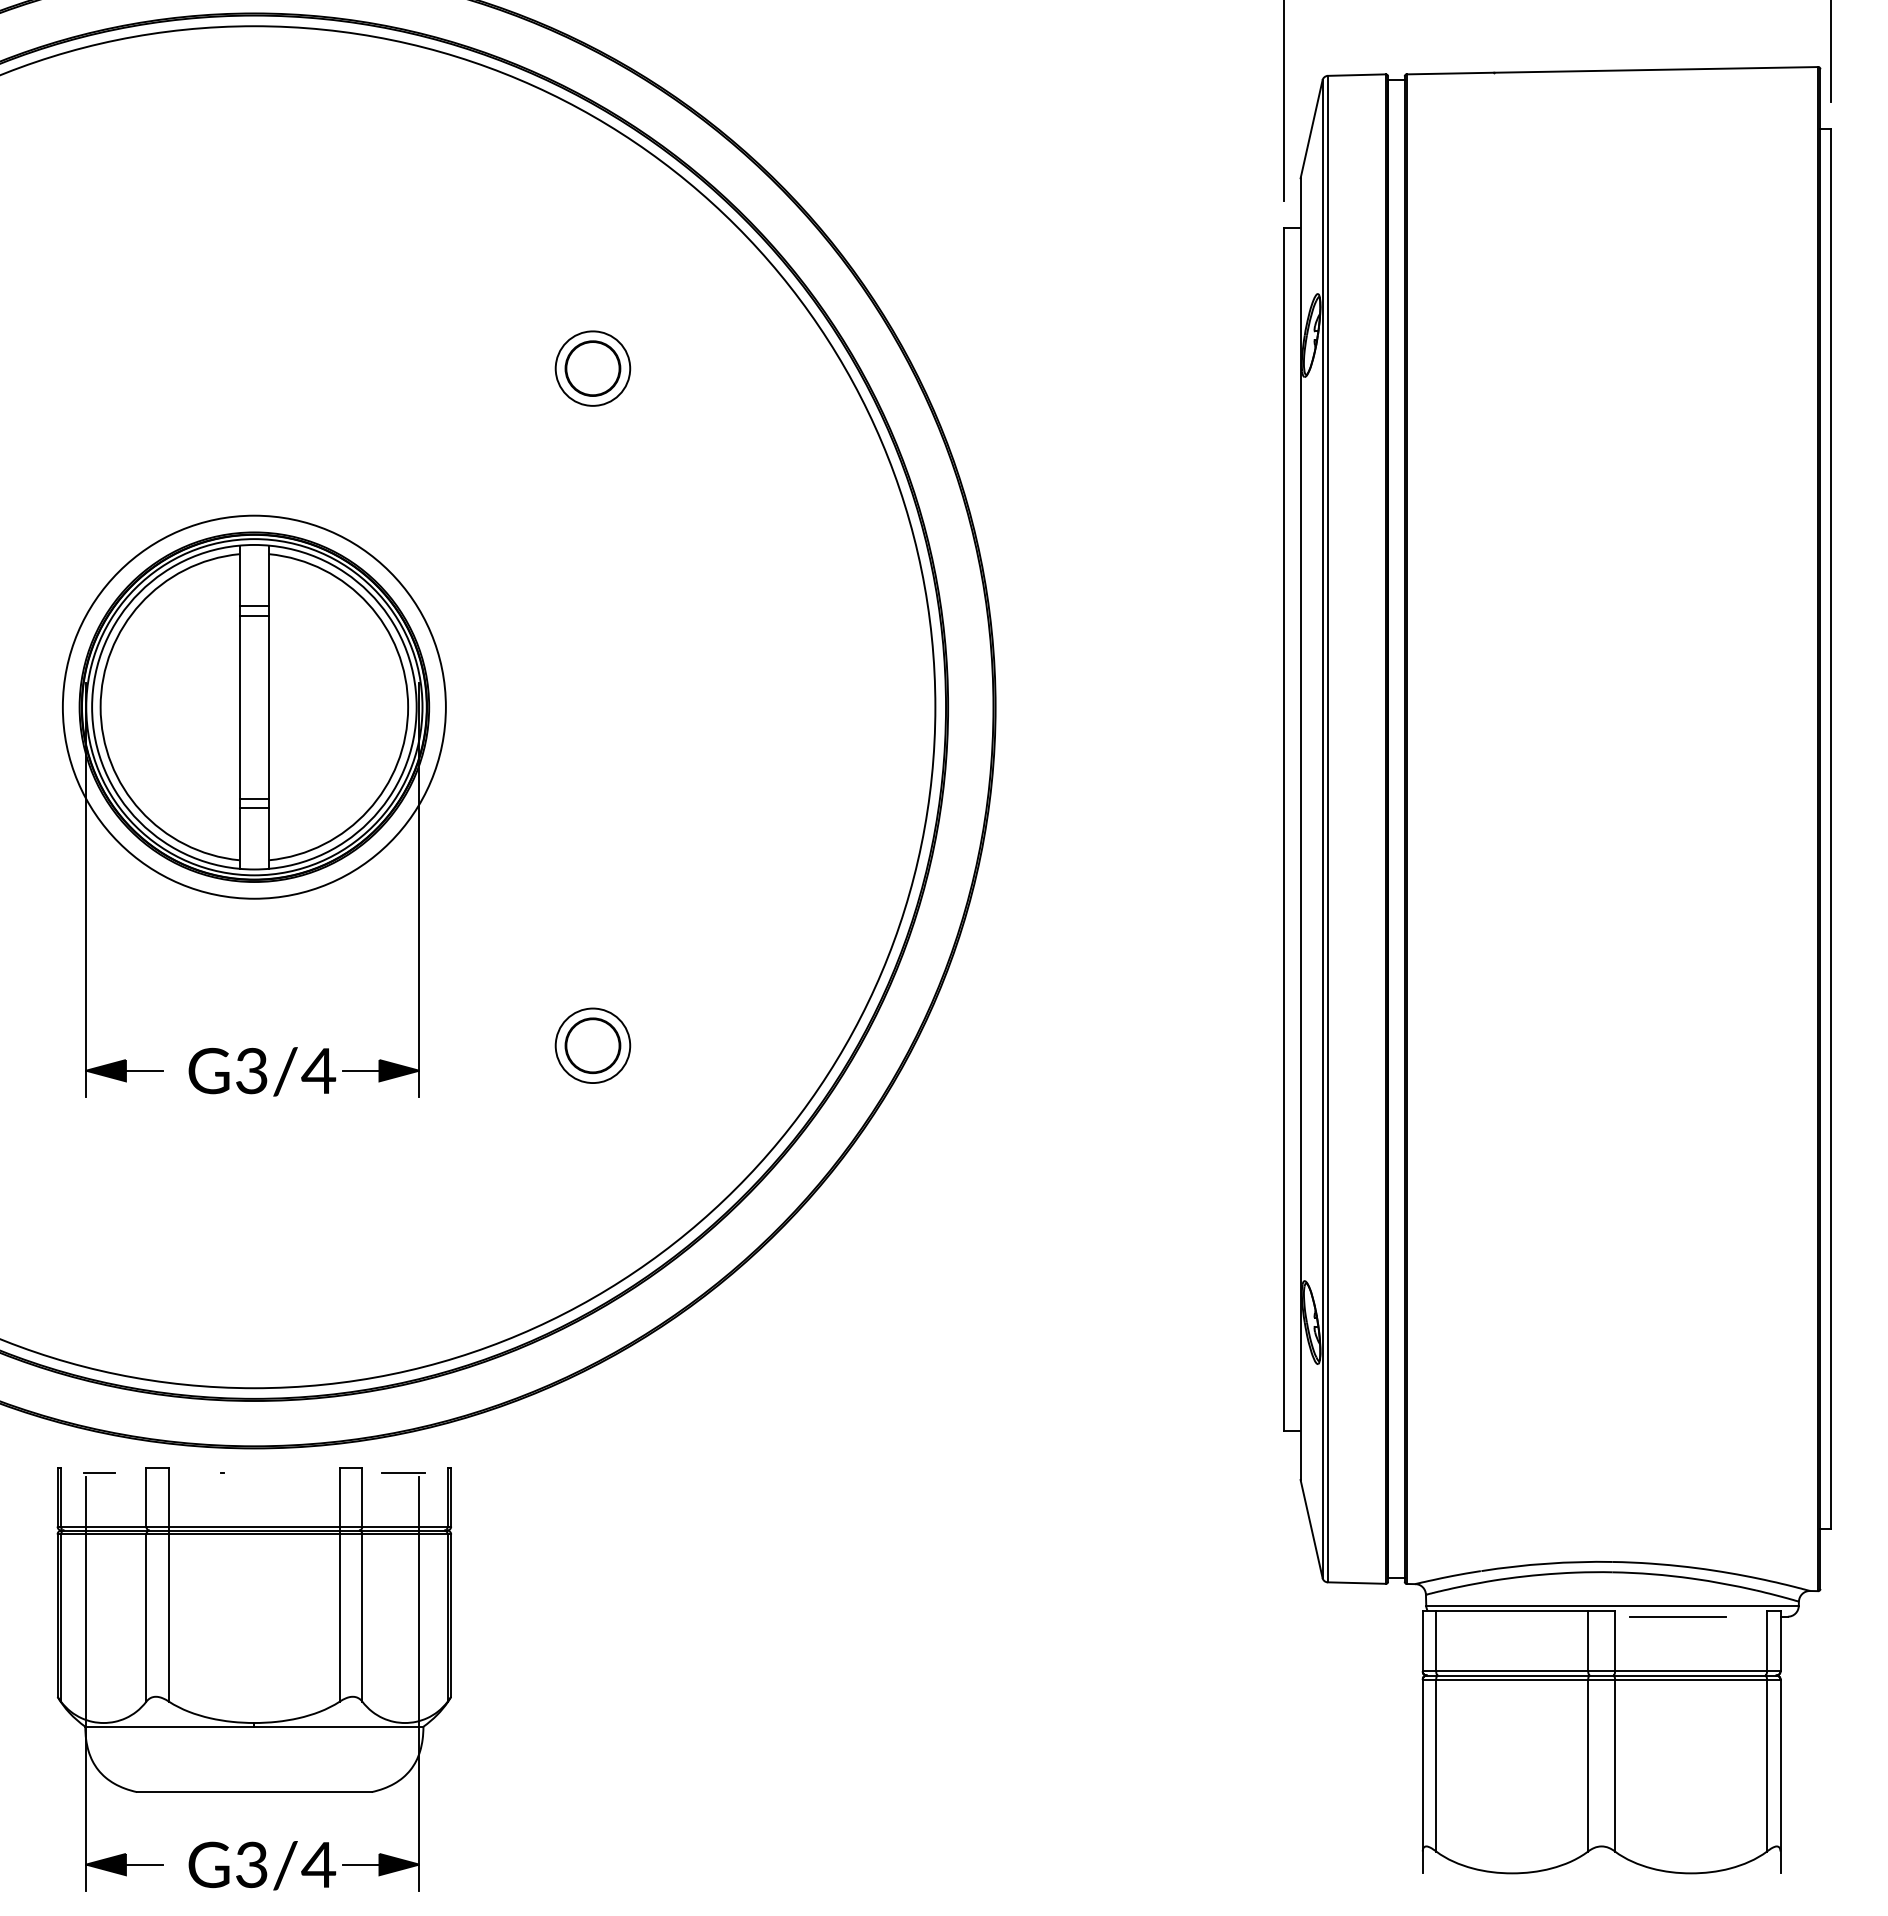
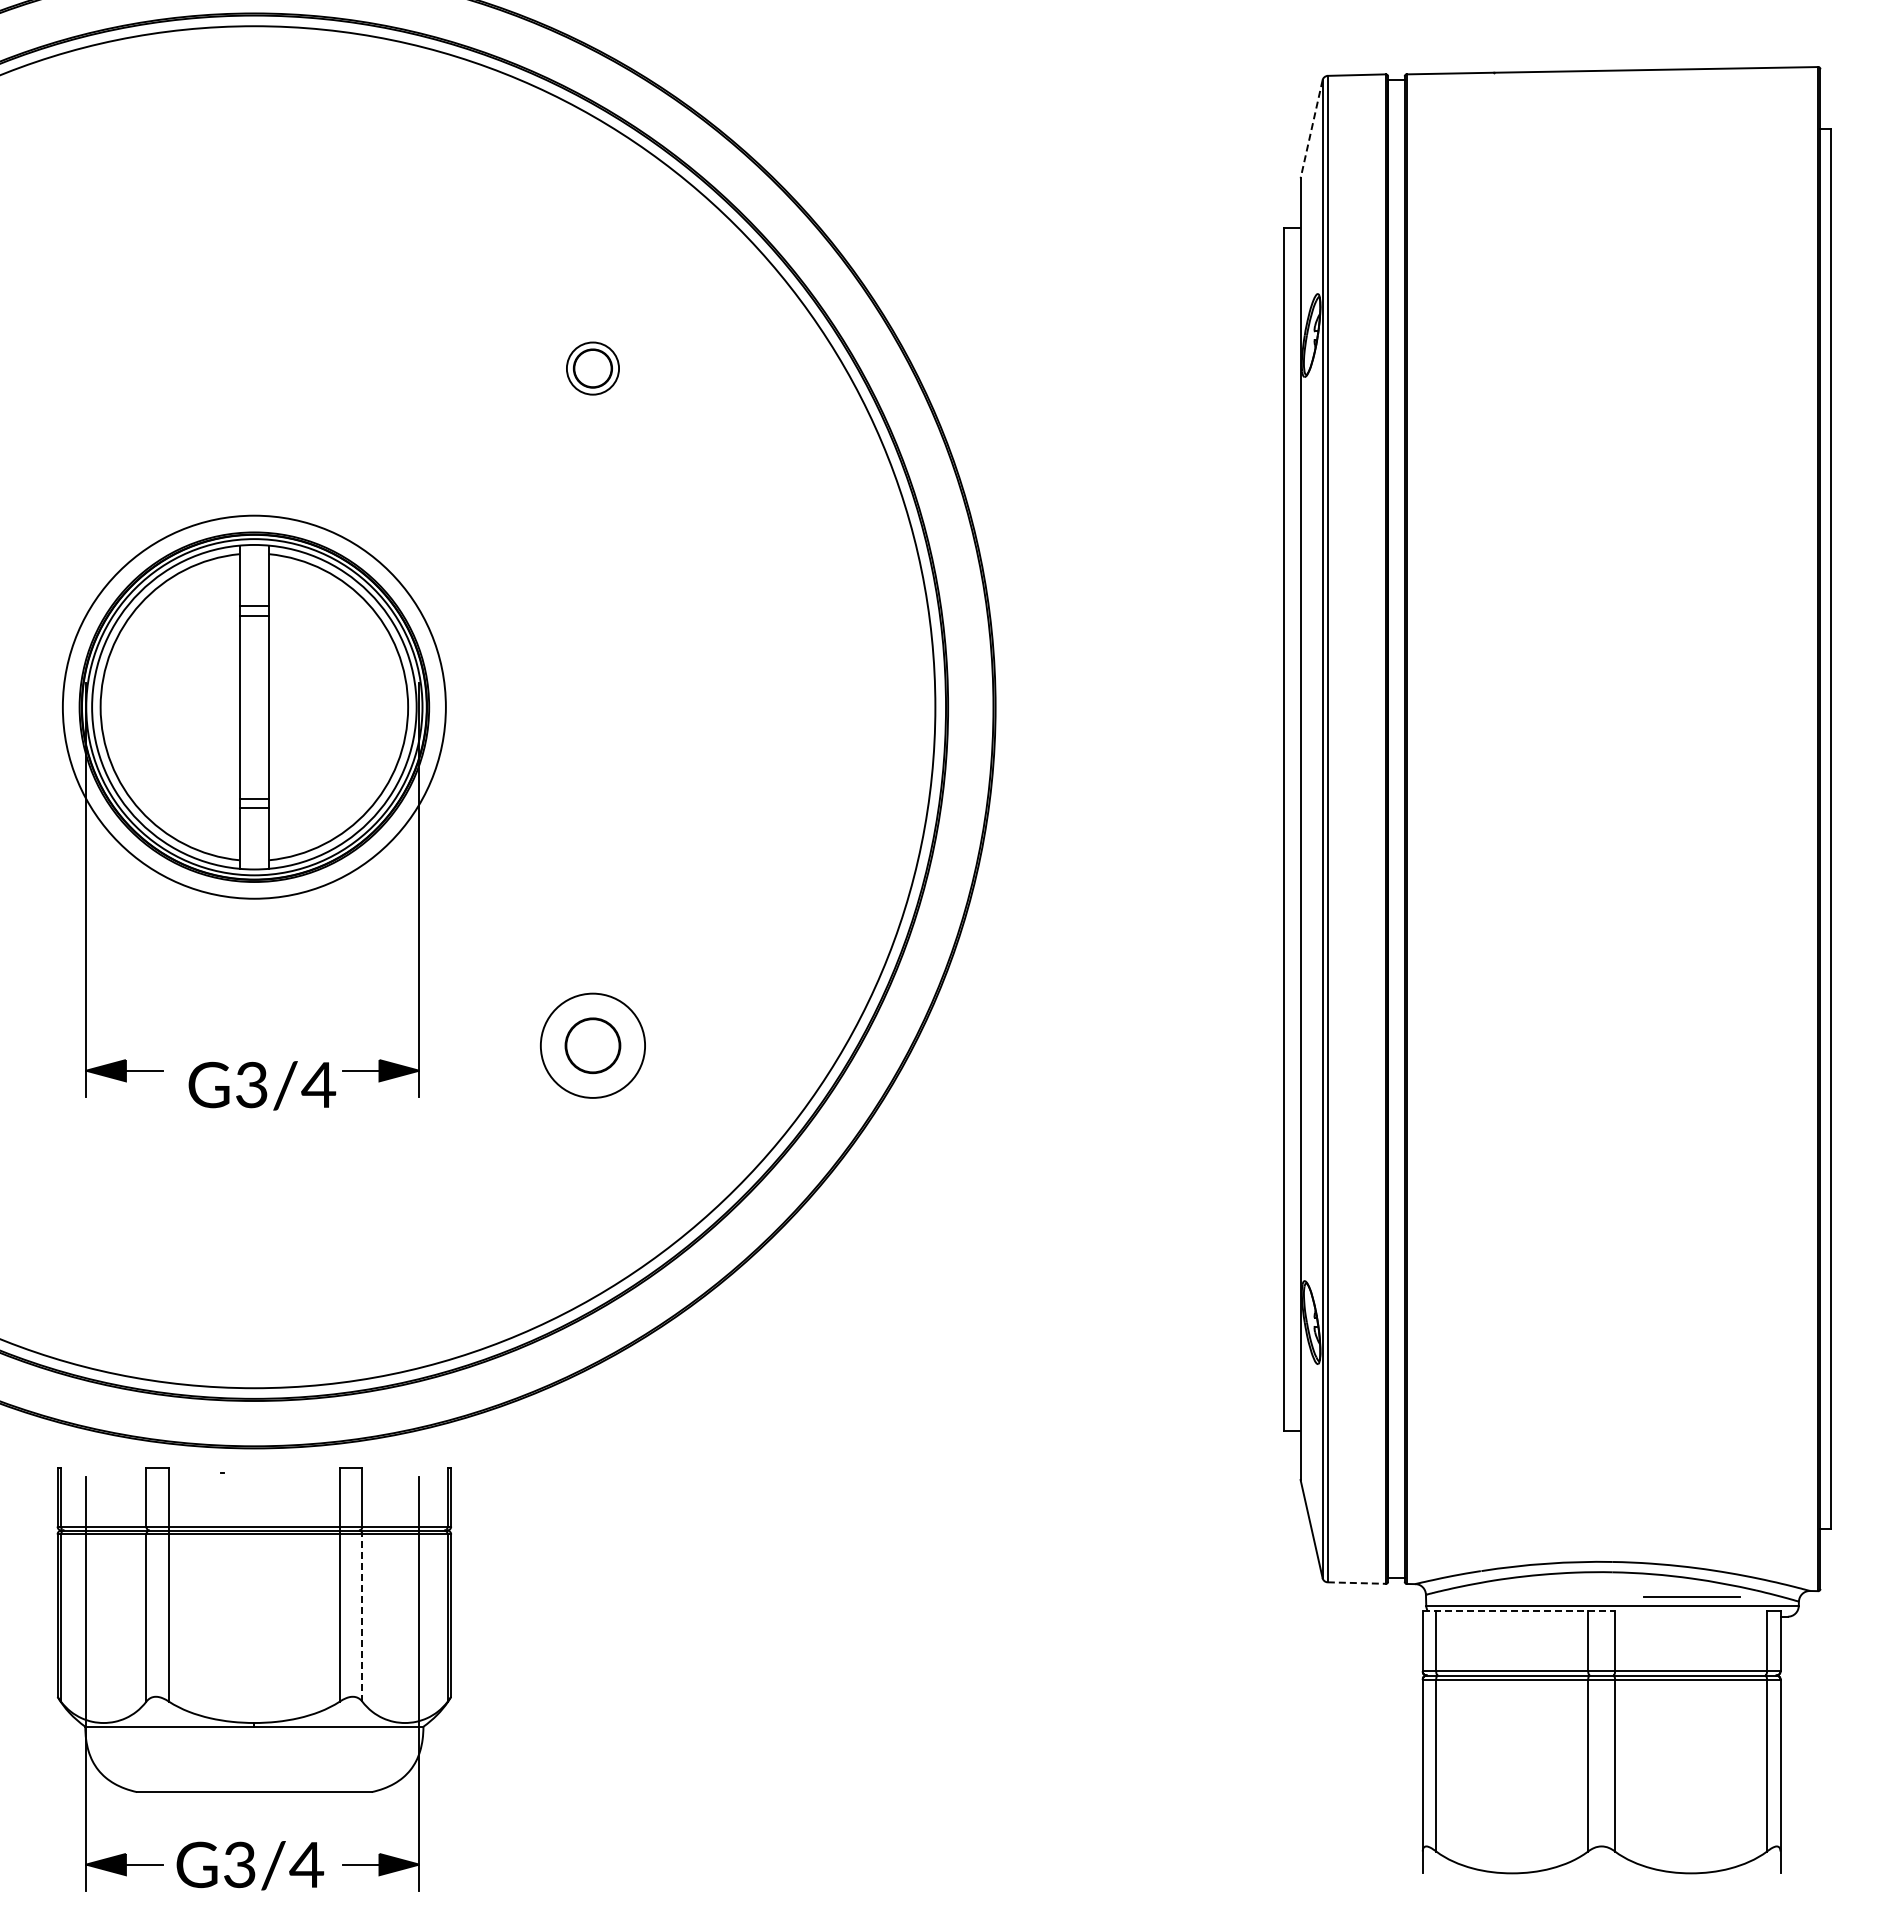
line at (1831, 51): present -> none
line at (1284, 101): present -> none
line at (1311, 129): solid -> dashed
part at (592, 368) size: 78x77 px -> 54x55 px
circle at (592, 1045) diameter: 74 px -> 104 px
text at (262, 1071) position: (262, 1071) -> (262, 1085)
line at (98, 1473): present -> none
line at (403, 1473): present -> none
line at (1357, 1583): solid -> dashed
line at (1519, 1611): solid -> dashed
line at (1677, 1616) position: (1677, 1616) -> (1691, 1596)
line at (362, 1618): solid -> dashed
text at (262, 1865) position: (262, 1865) -> (250, 1865)
